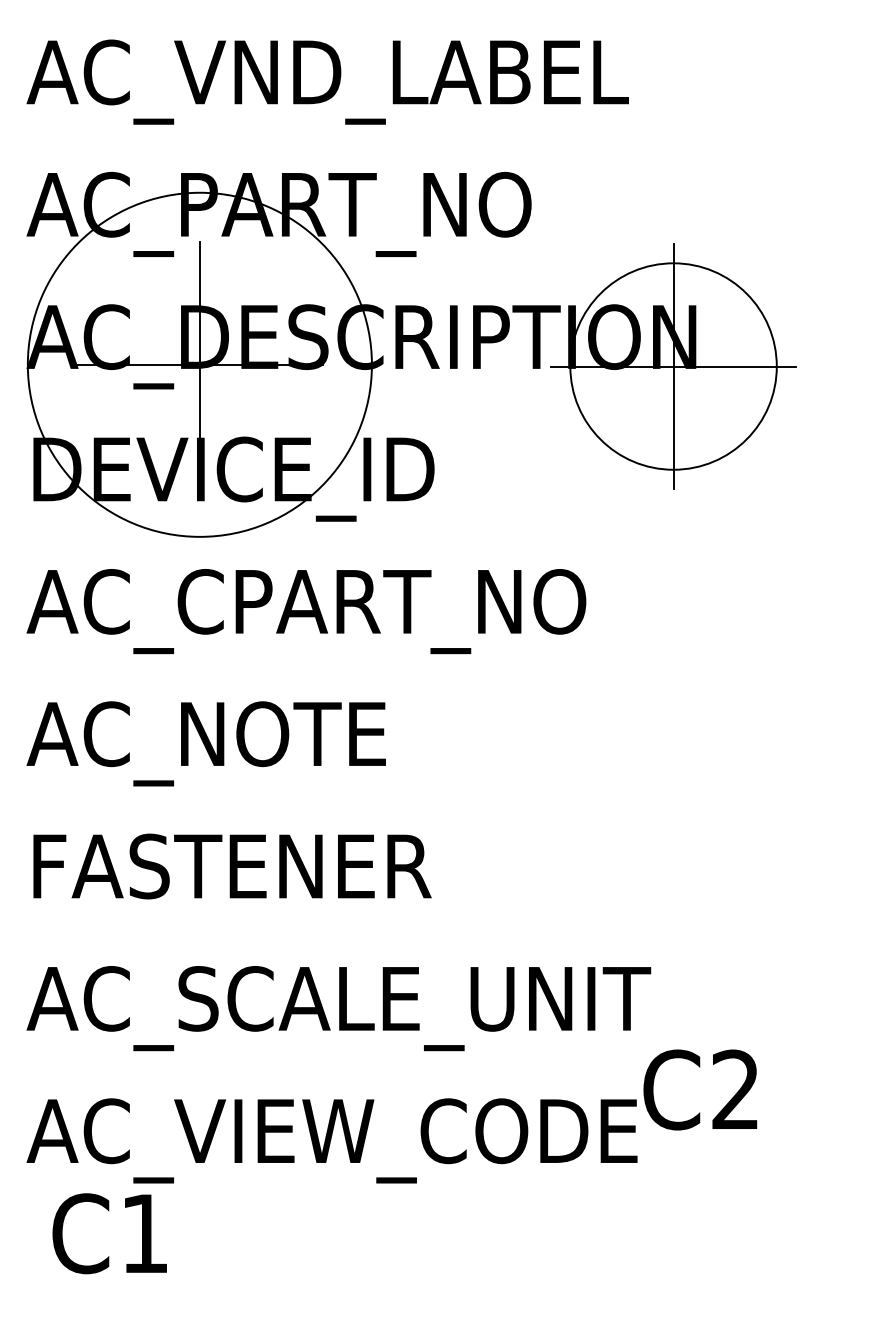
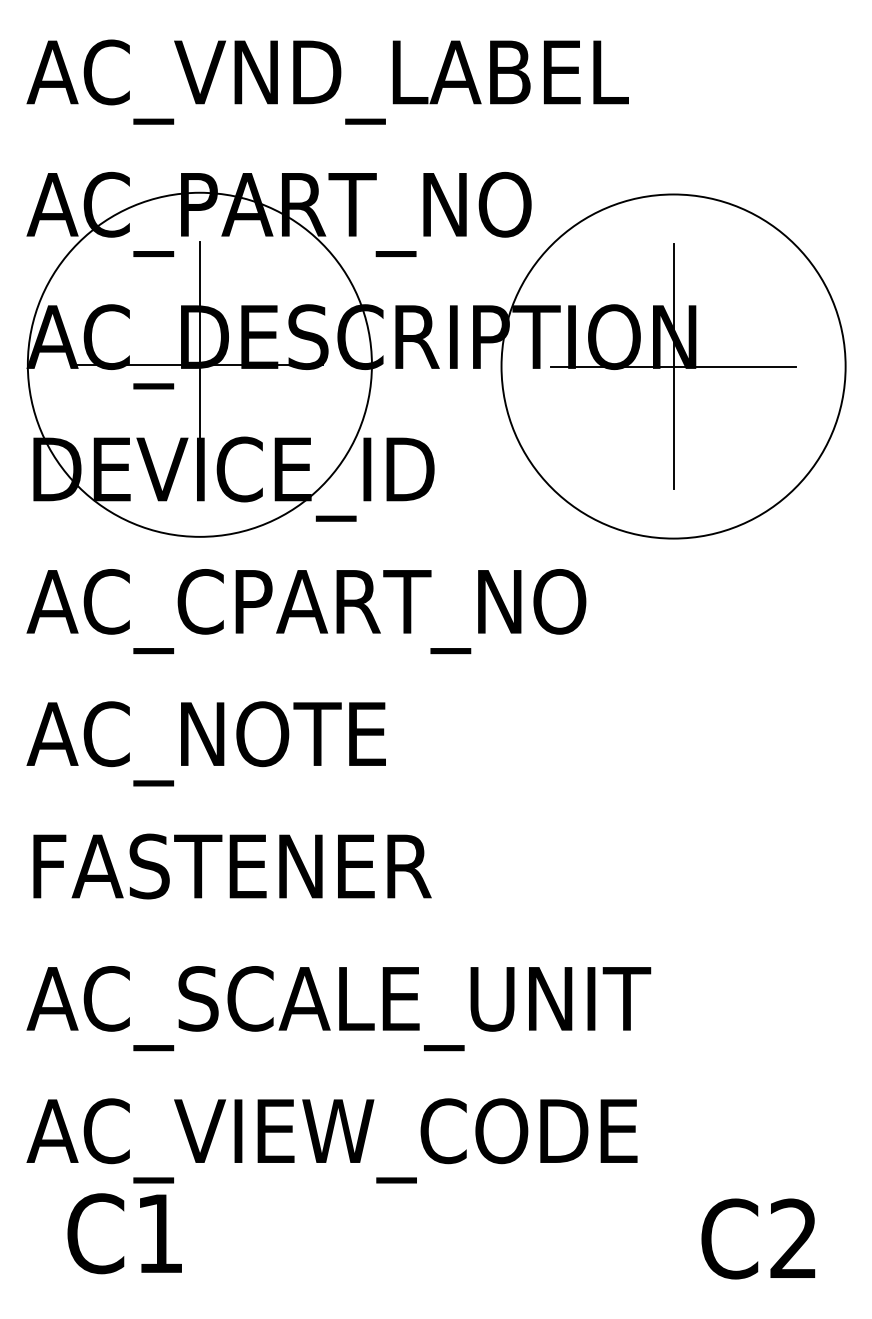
circle at (673, 366) diameter: 206 px -> 344 px
text at (700, 1089) position: (700, 1089) -> (758, 1238)
text at (109, 1233) position: (109, 1233) -> (124, 1233)
